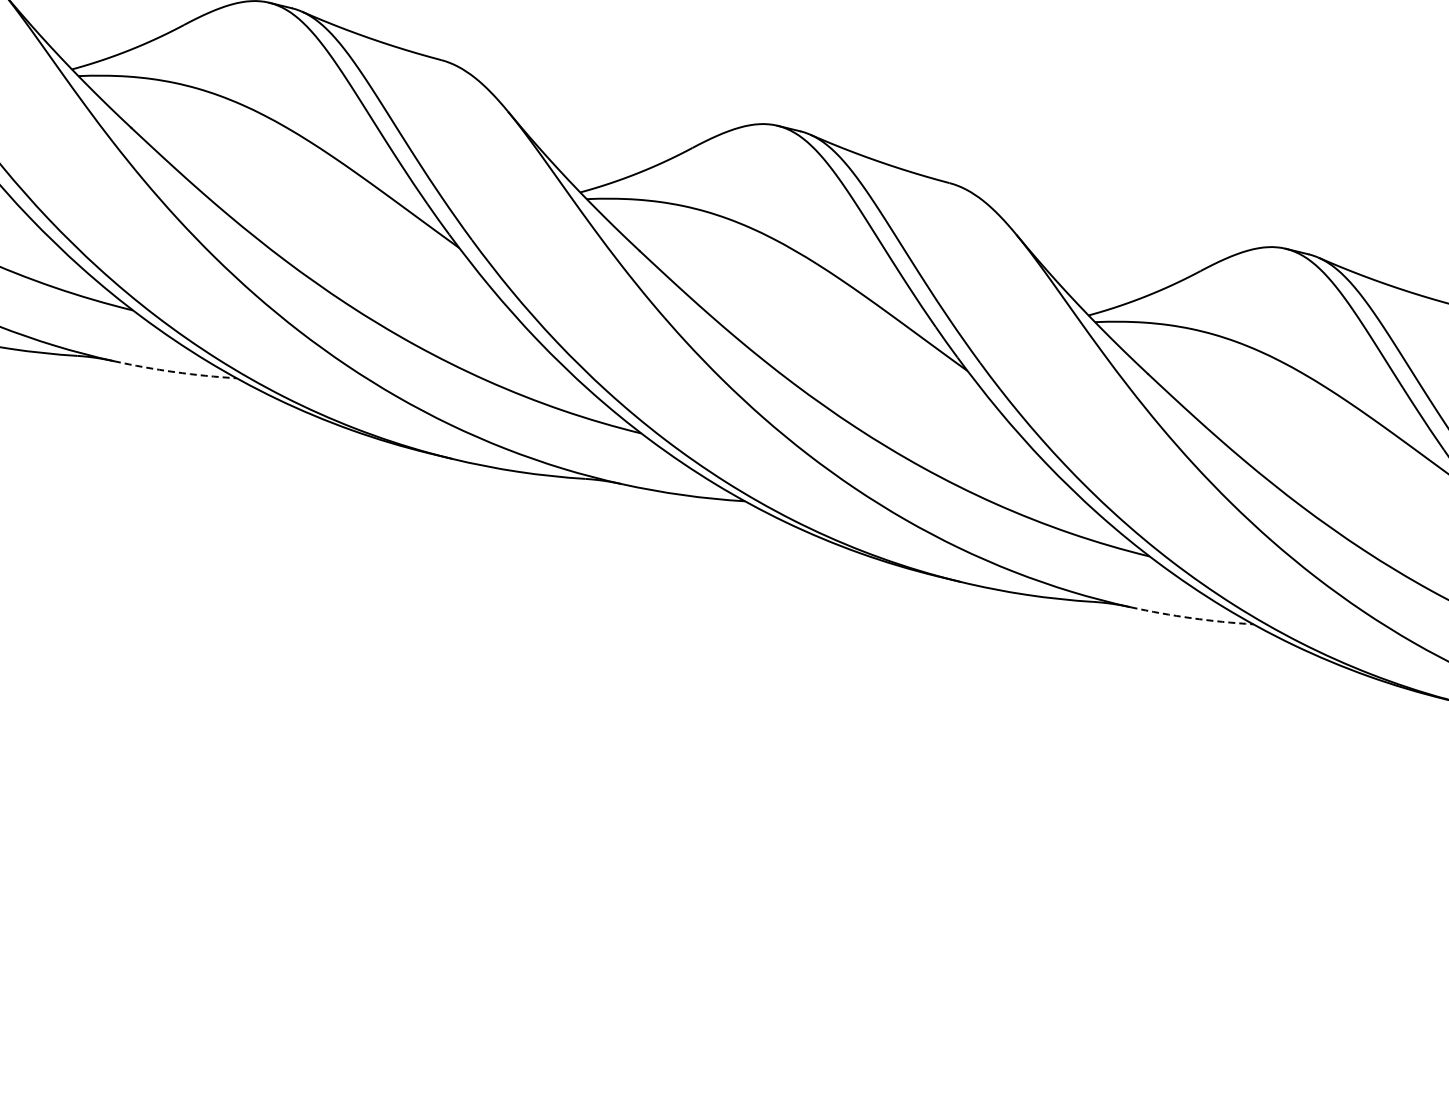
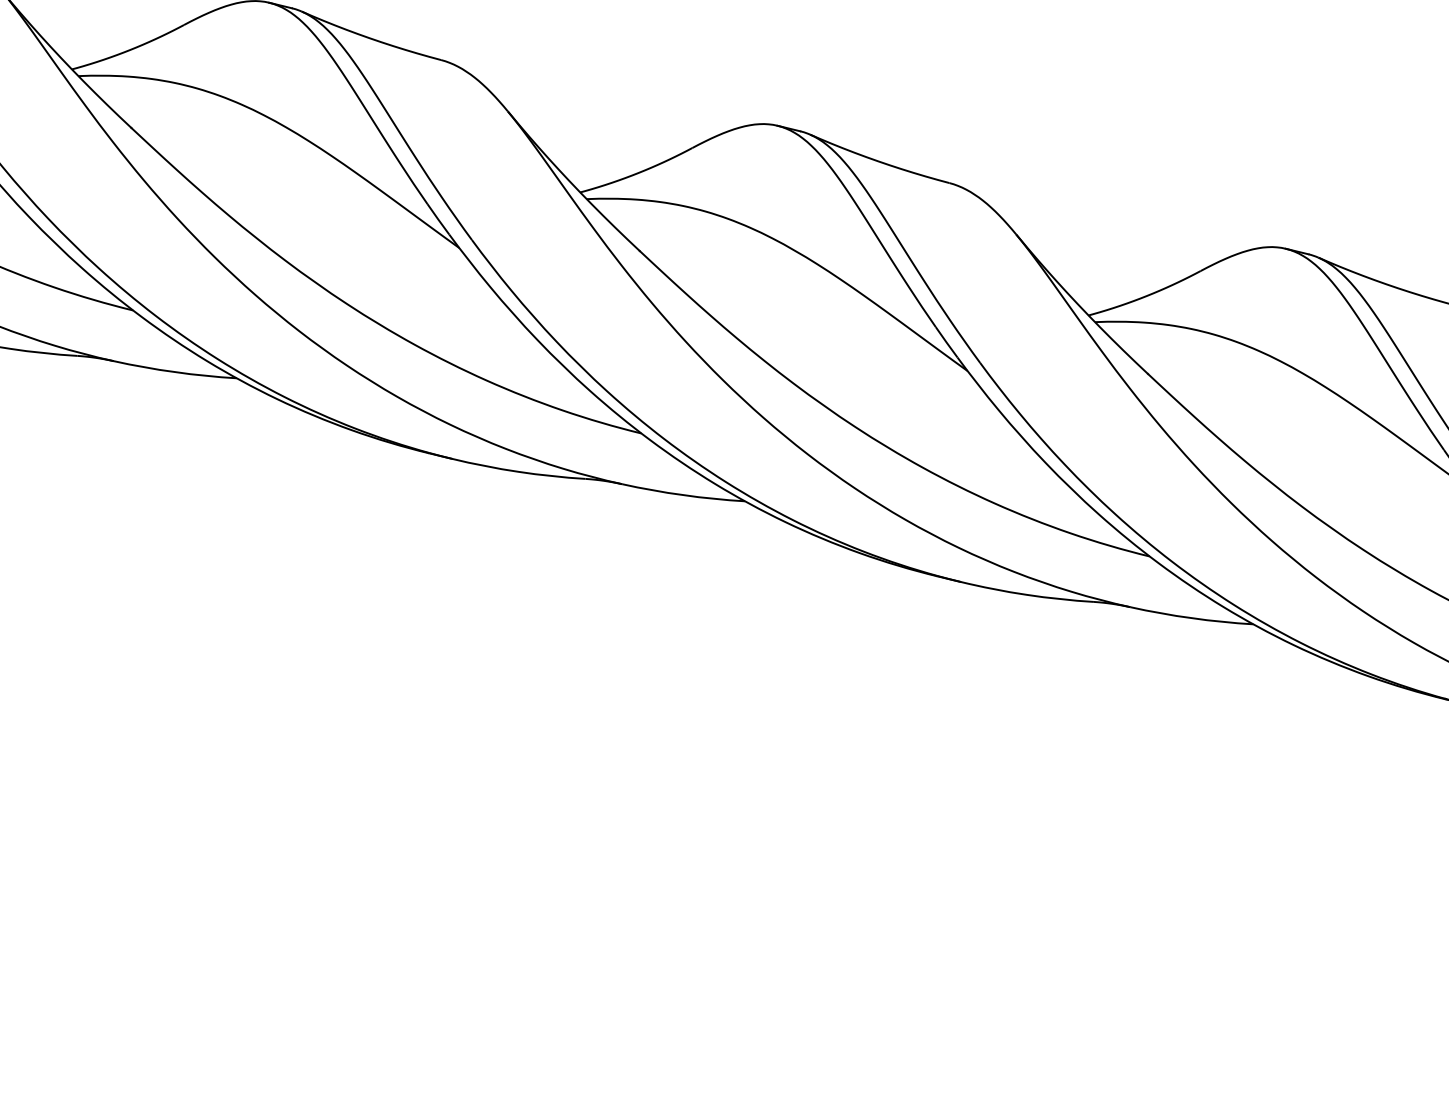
arc at (175, 372): dashed -> solid
arc at (1191, 618): dashed -> solid
